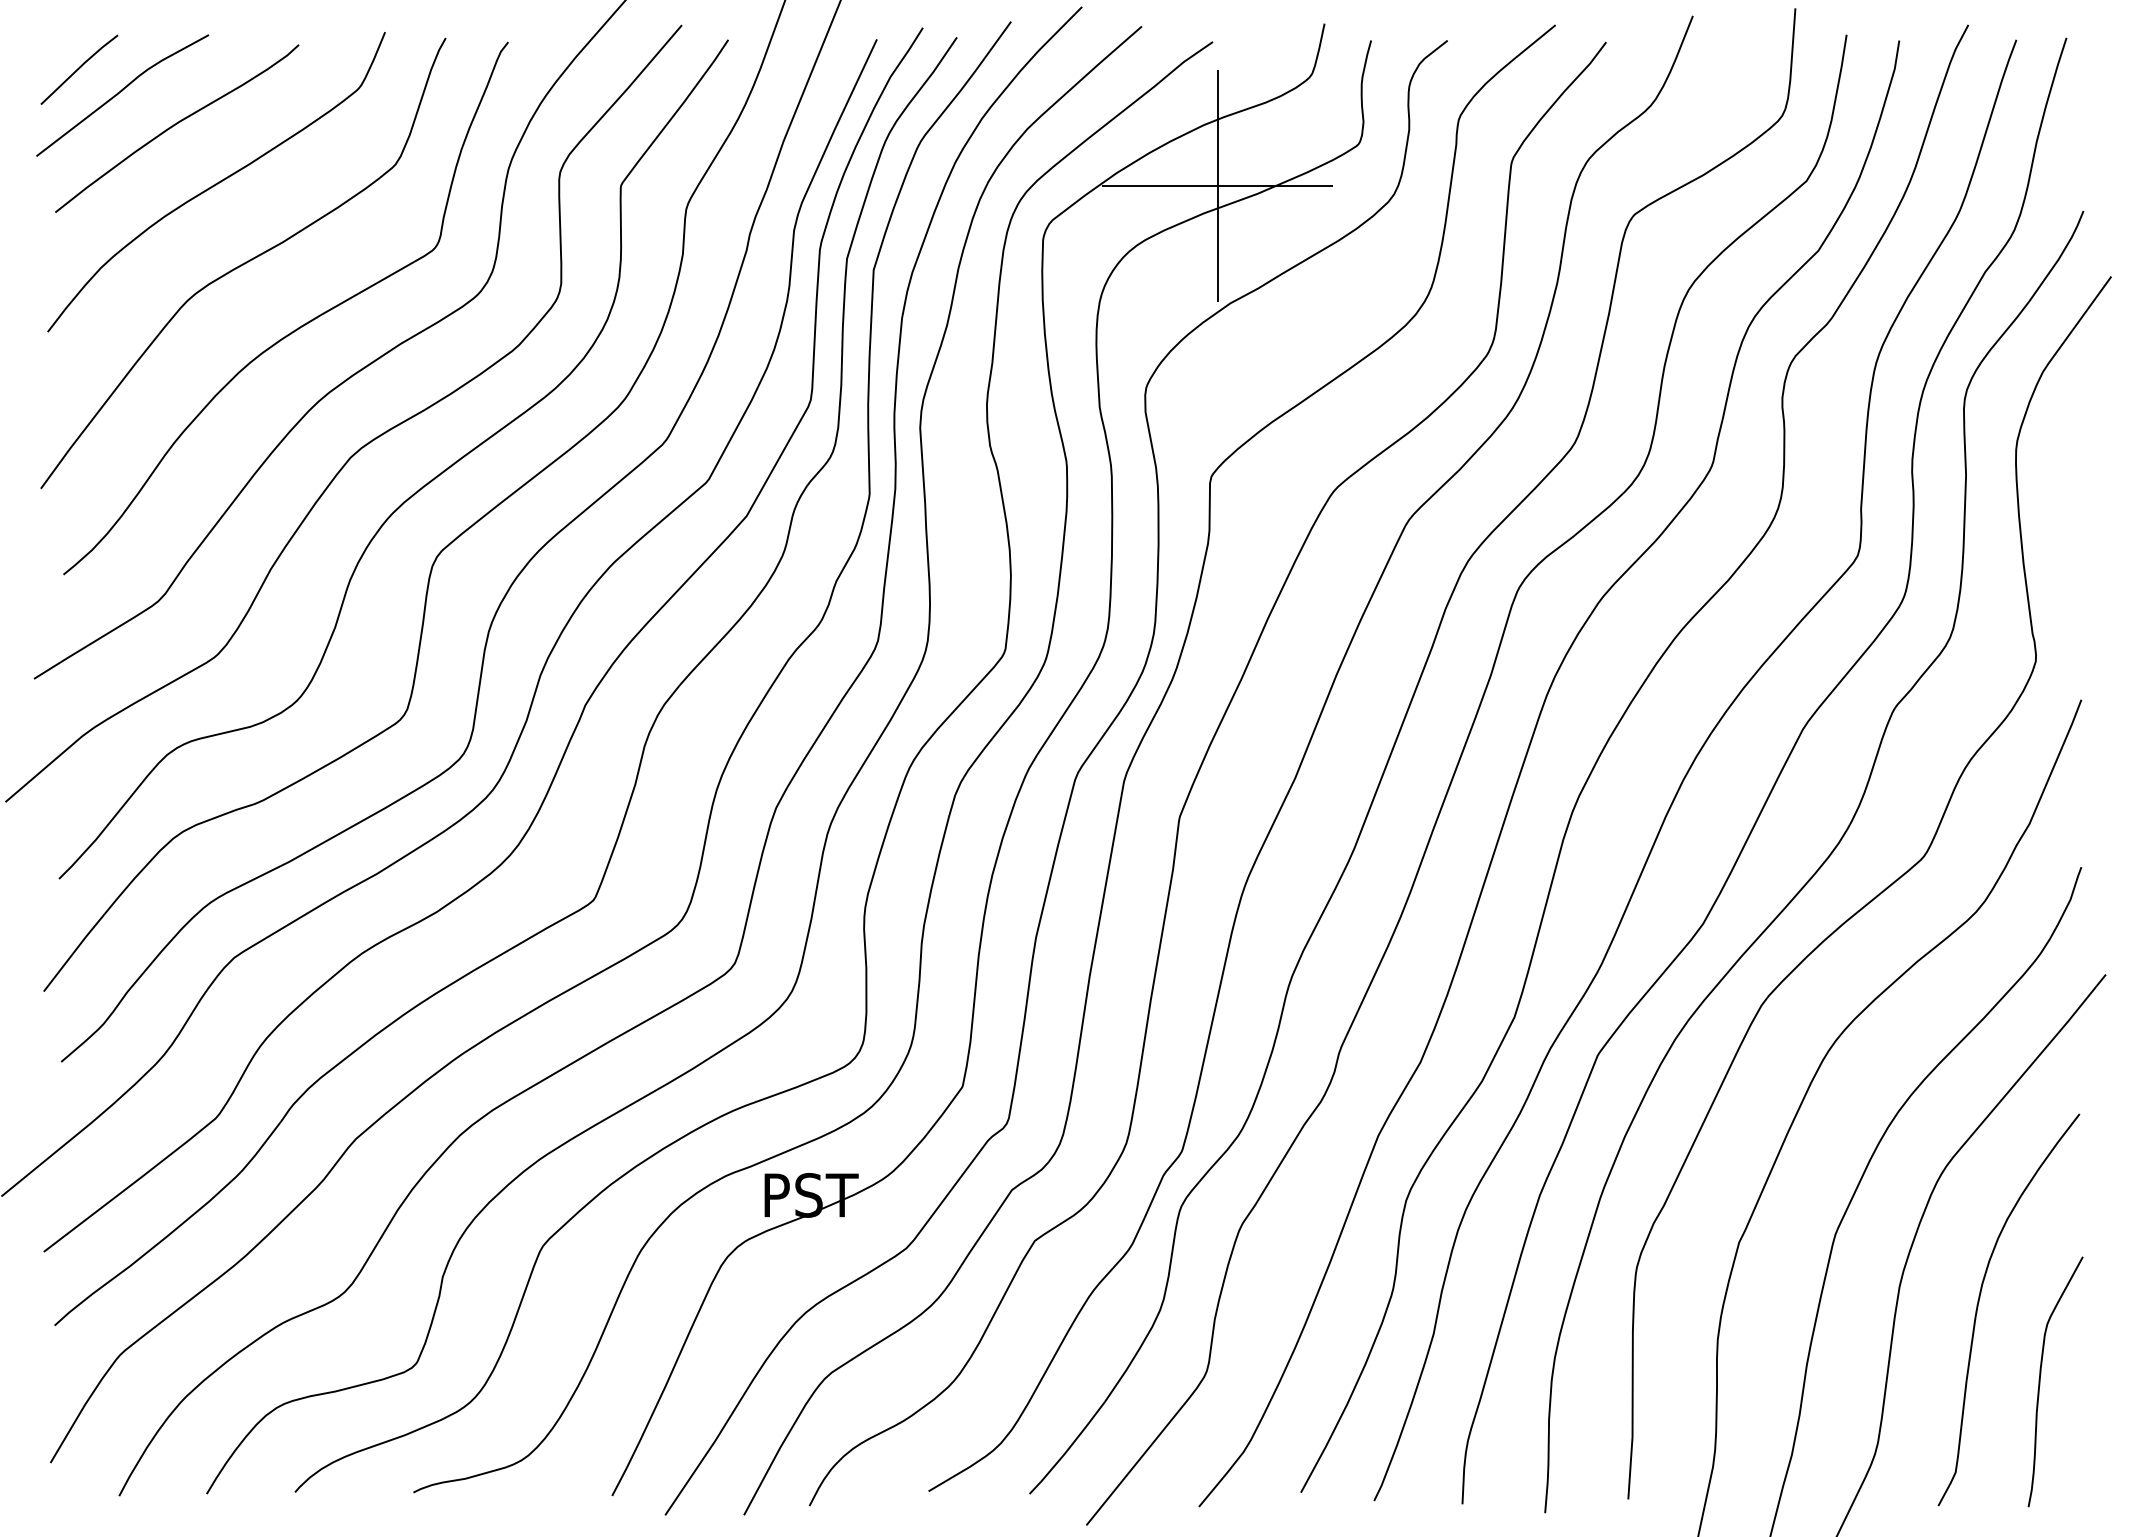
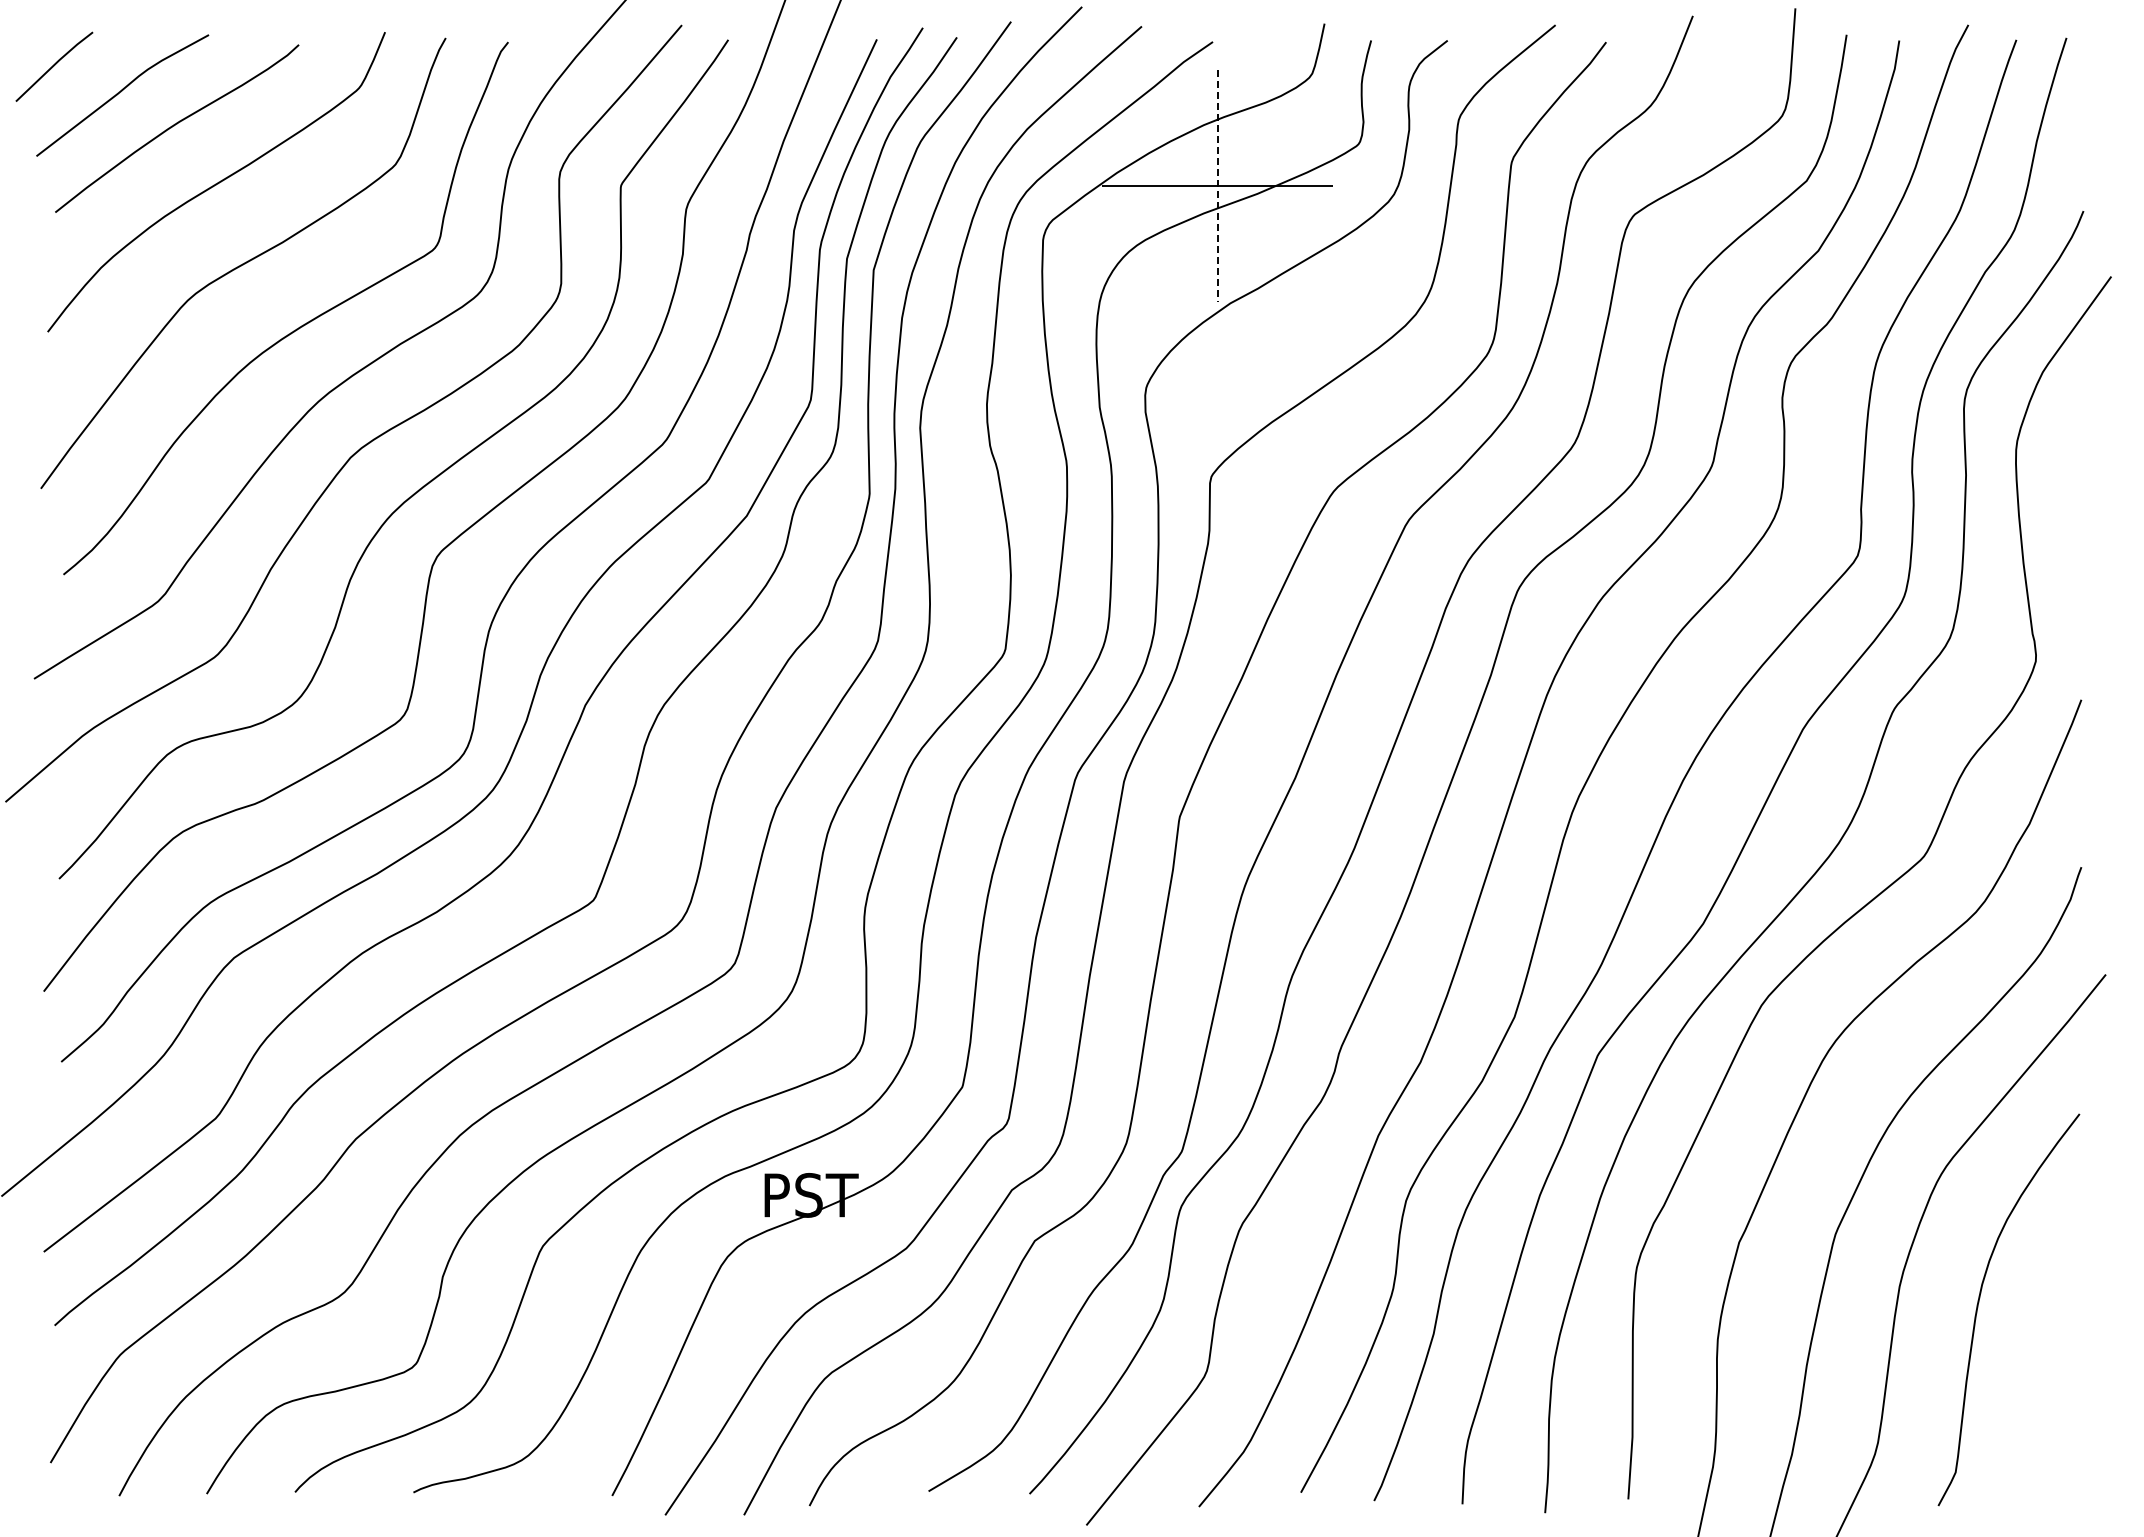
line at (79, 69) position: (79, 69) -> (54, 66)
line at (1217, 186): solid -> dashed
curve at (2040, 1381): present -> none
